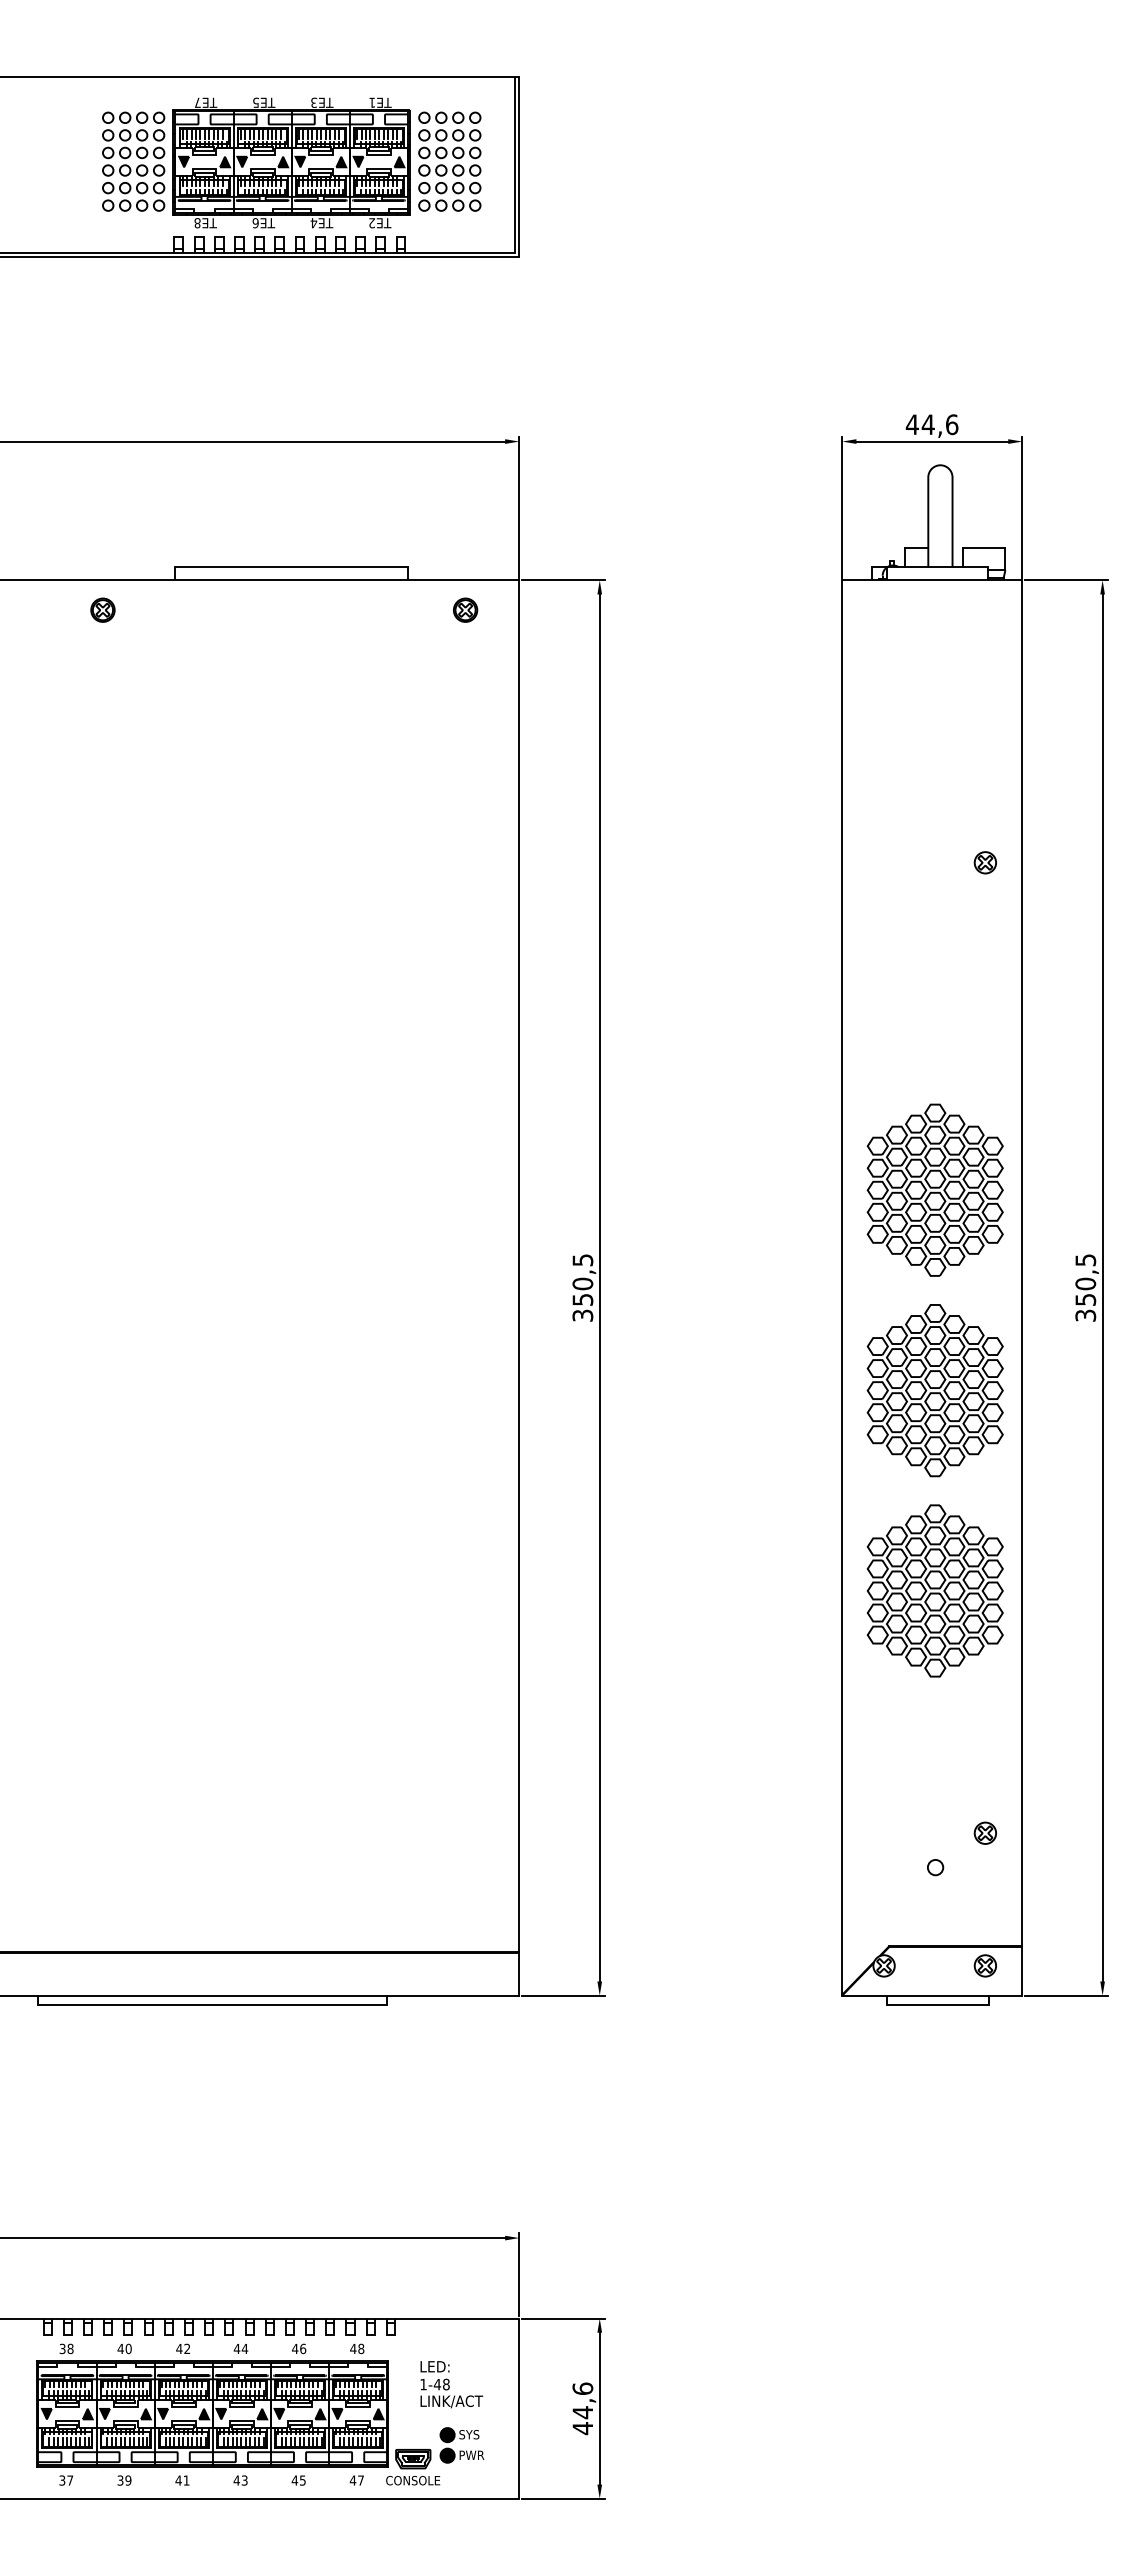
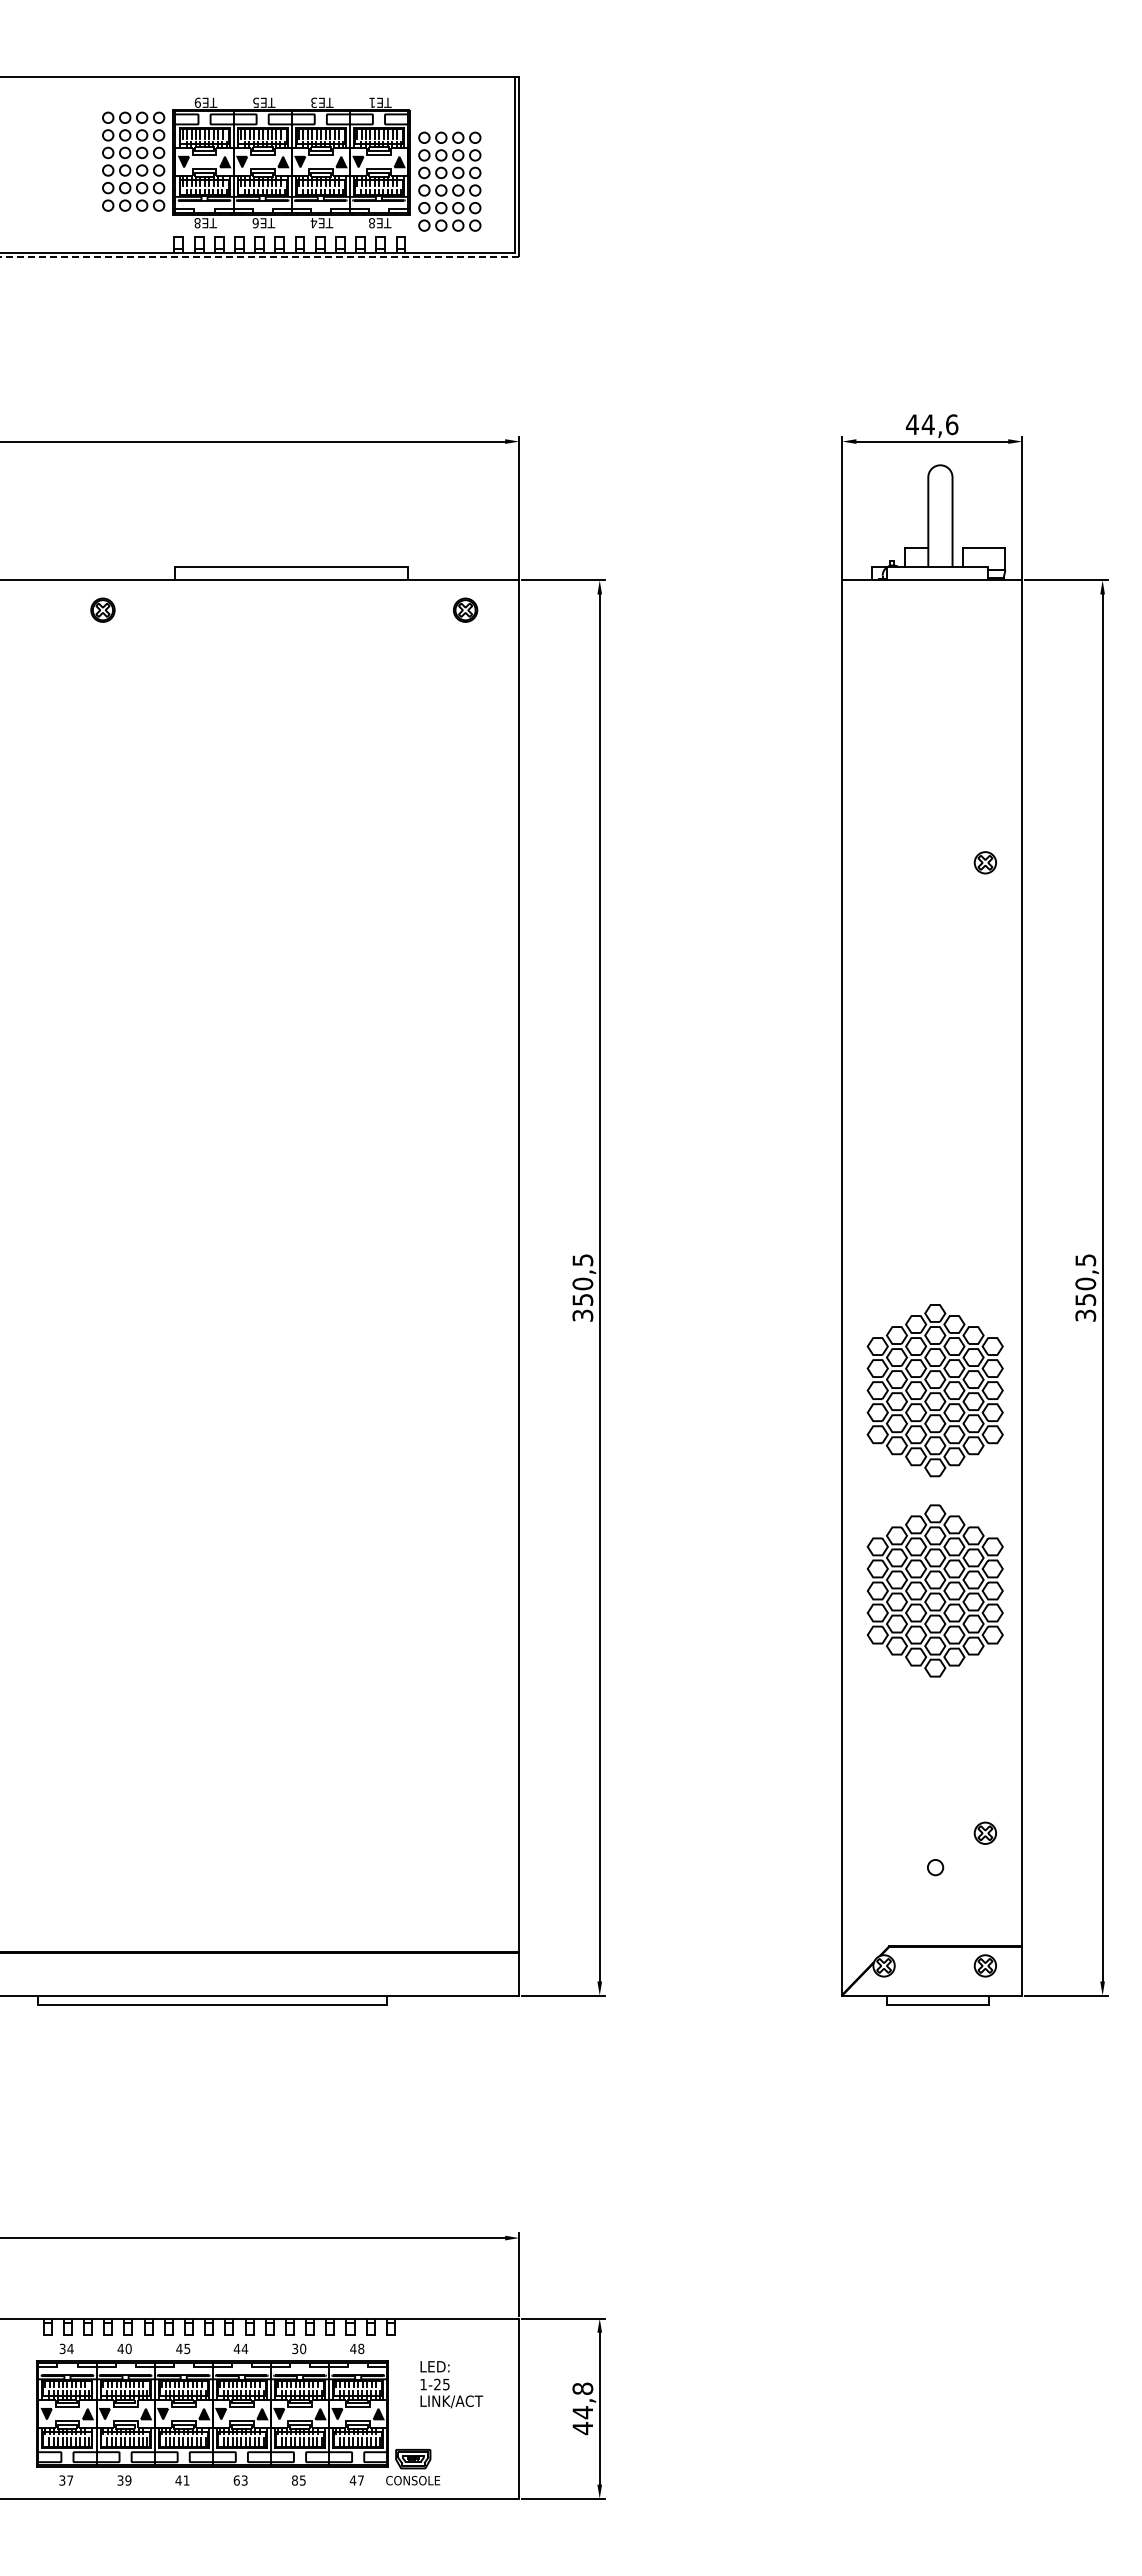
text at (197, 102): TE7 -> TE9
part at (449, 161) position: (449, 161) -> (449, 181)
text at (371, 223): TE2 -> TE8
line at (259, 257): solid -> dashed
part at (934, 1189): present -> none
text at (70, 2348): 38 -> 34
text at (187, 2348): 42 -> 45
text at (299, 2348): 46 -> 30
text at (441, 2384): 1-48 -> 1-25
text at (582, 2388): 44,6 -> 44,8
part at (461, 2445): present -> none
text at (236, 2480): 43 -> 63
text at (294, 2480): 45 -> 85
